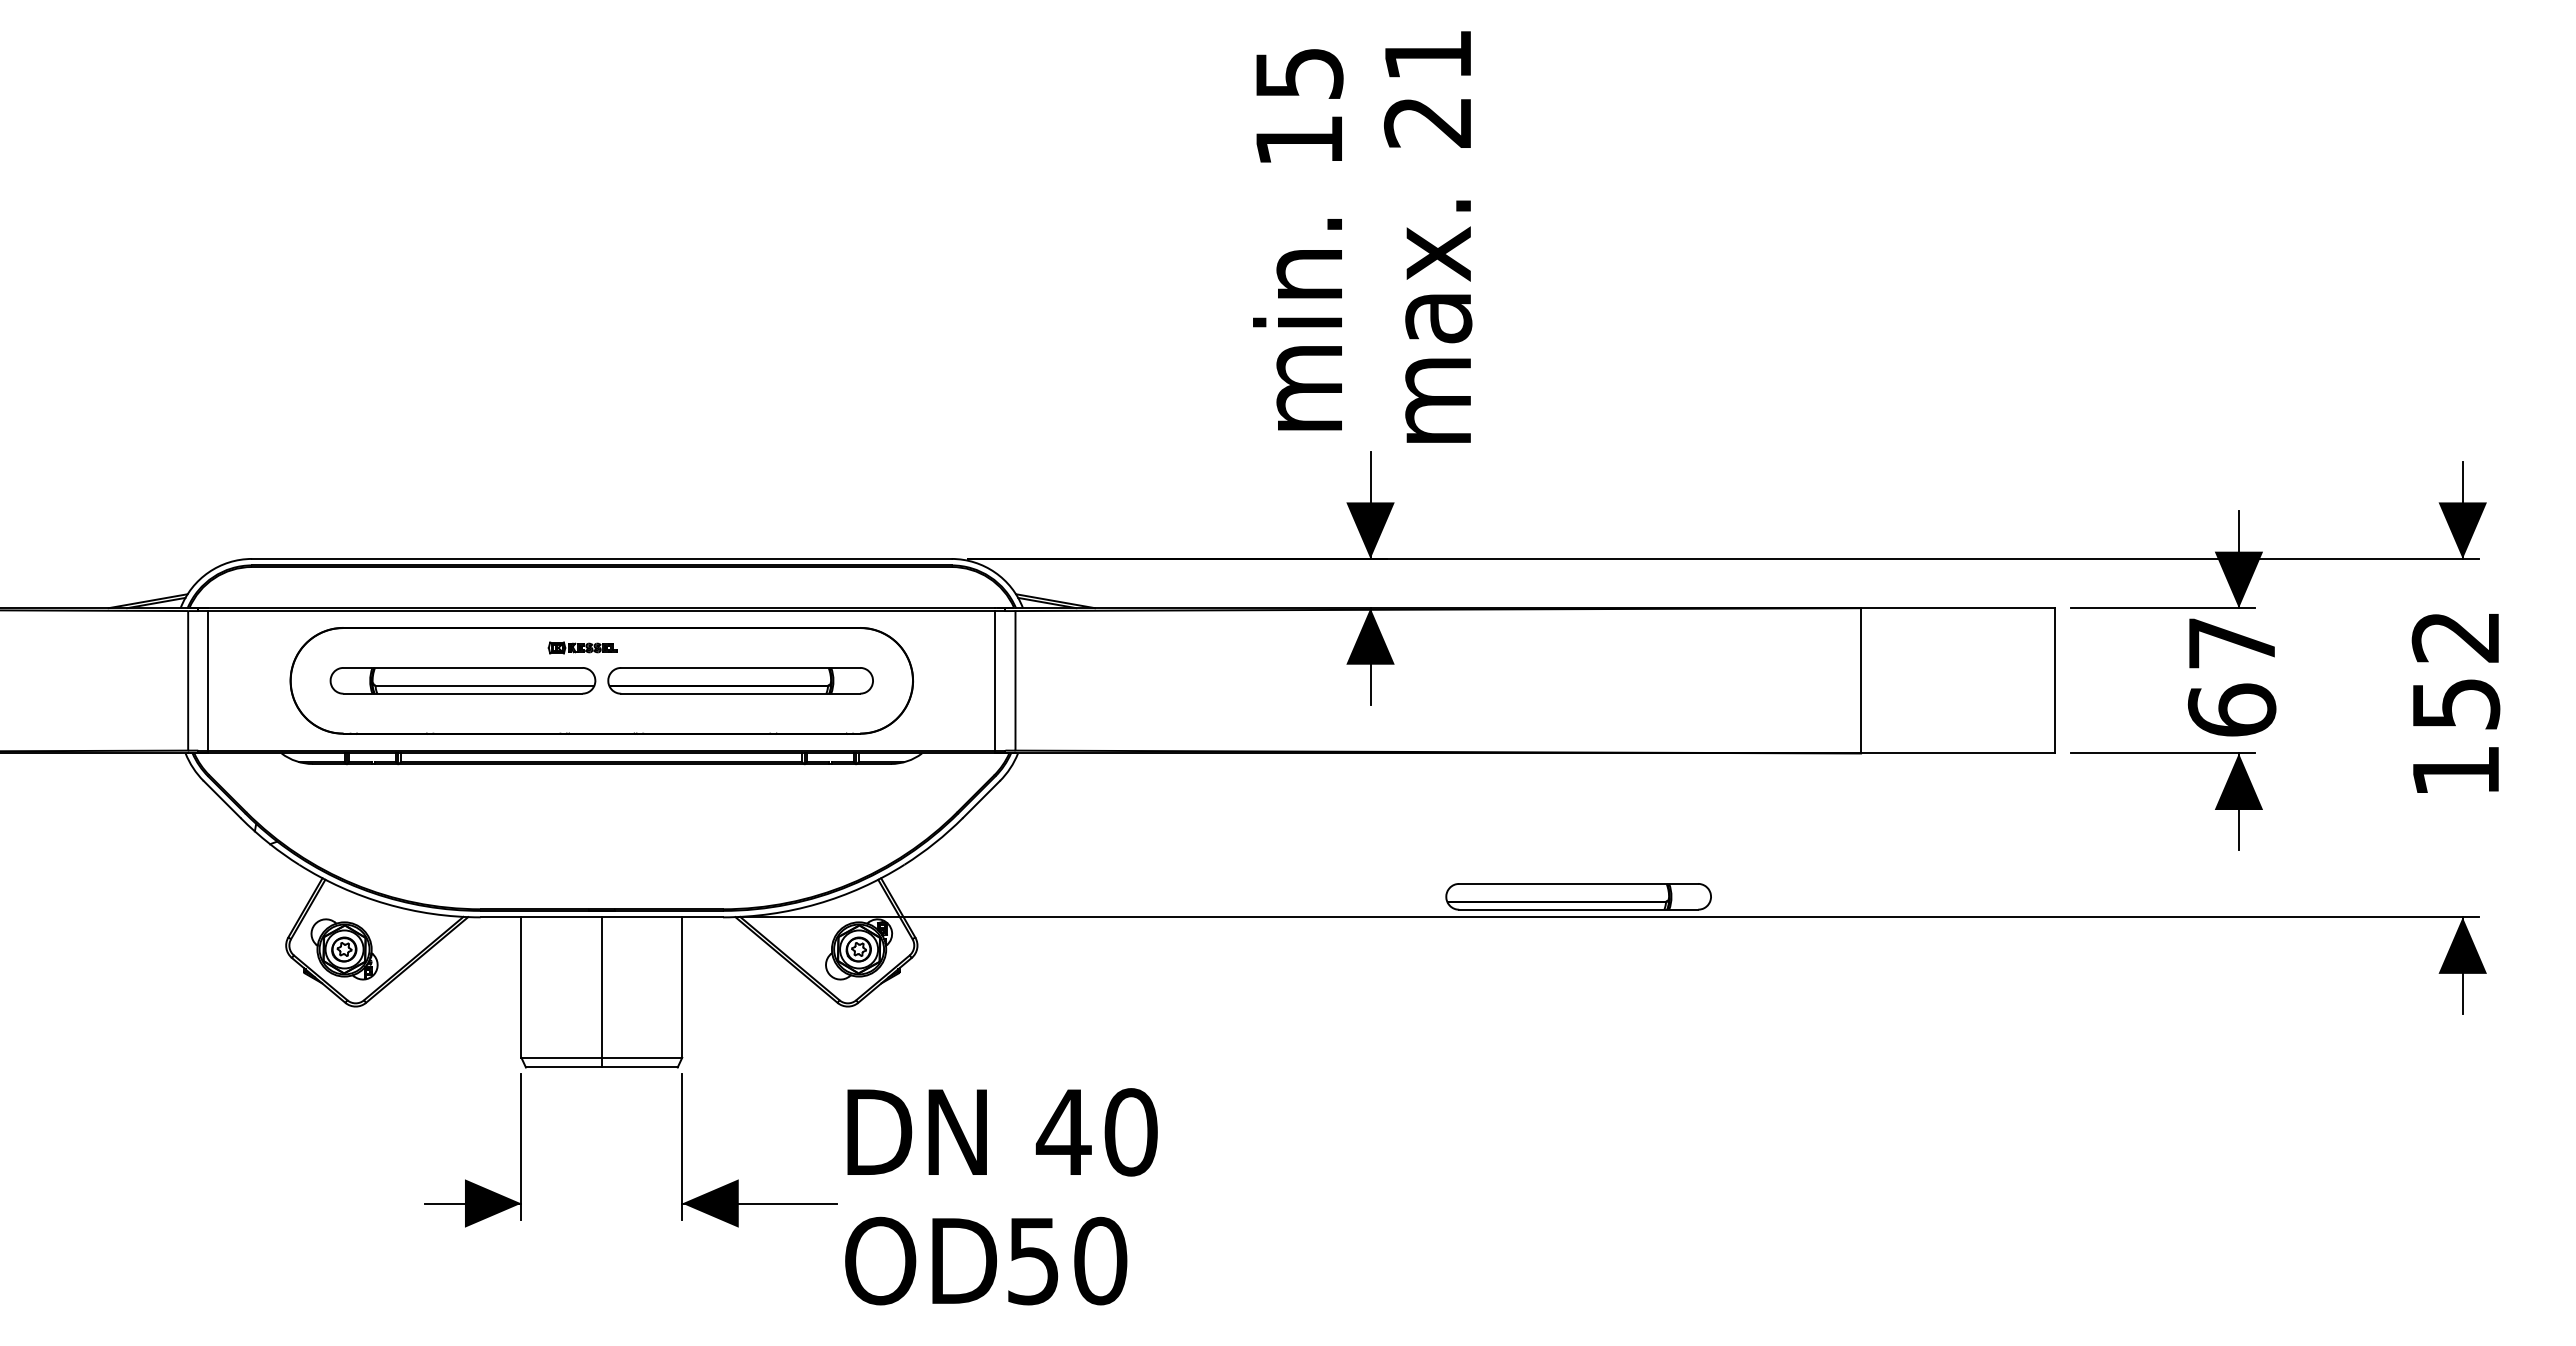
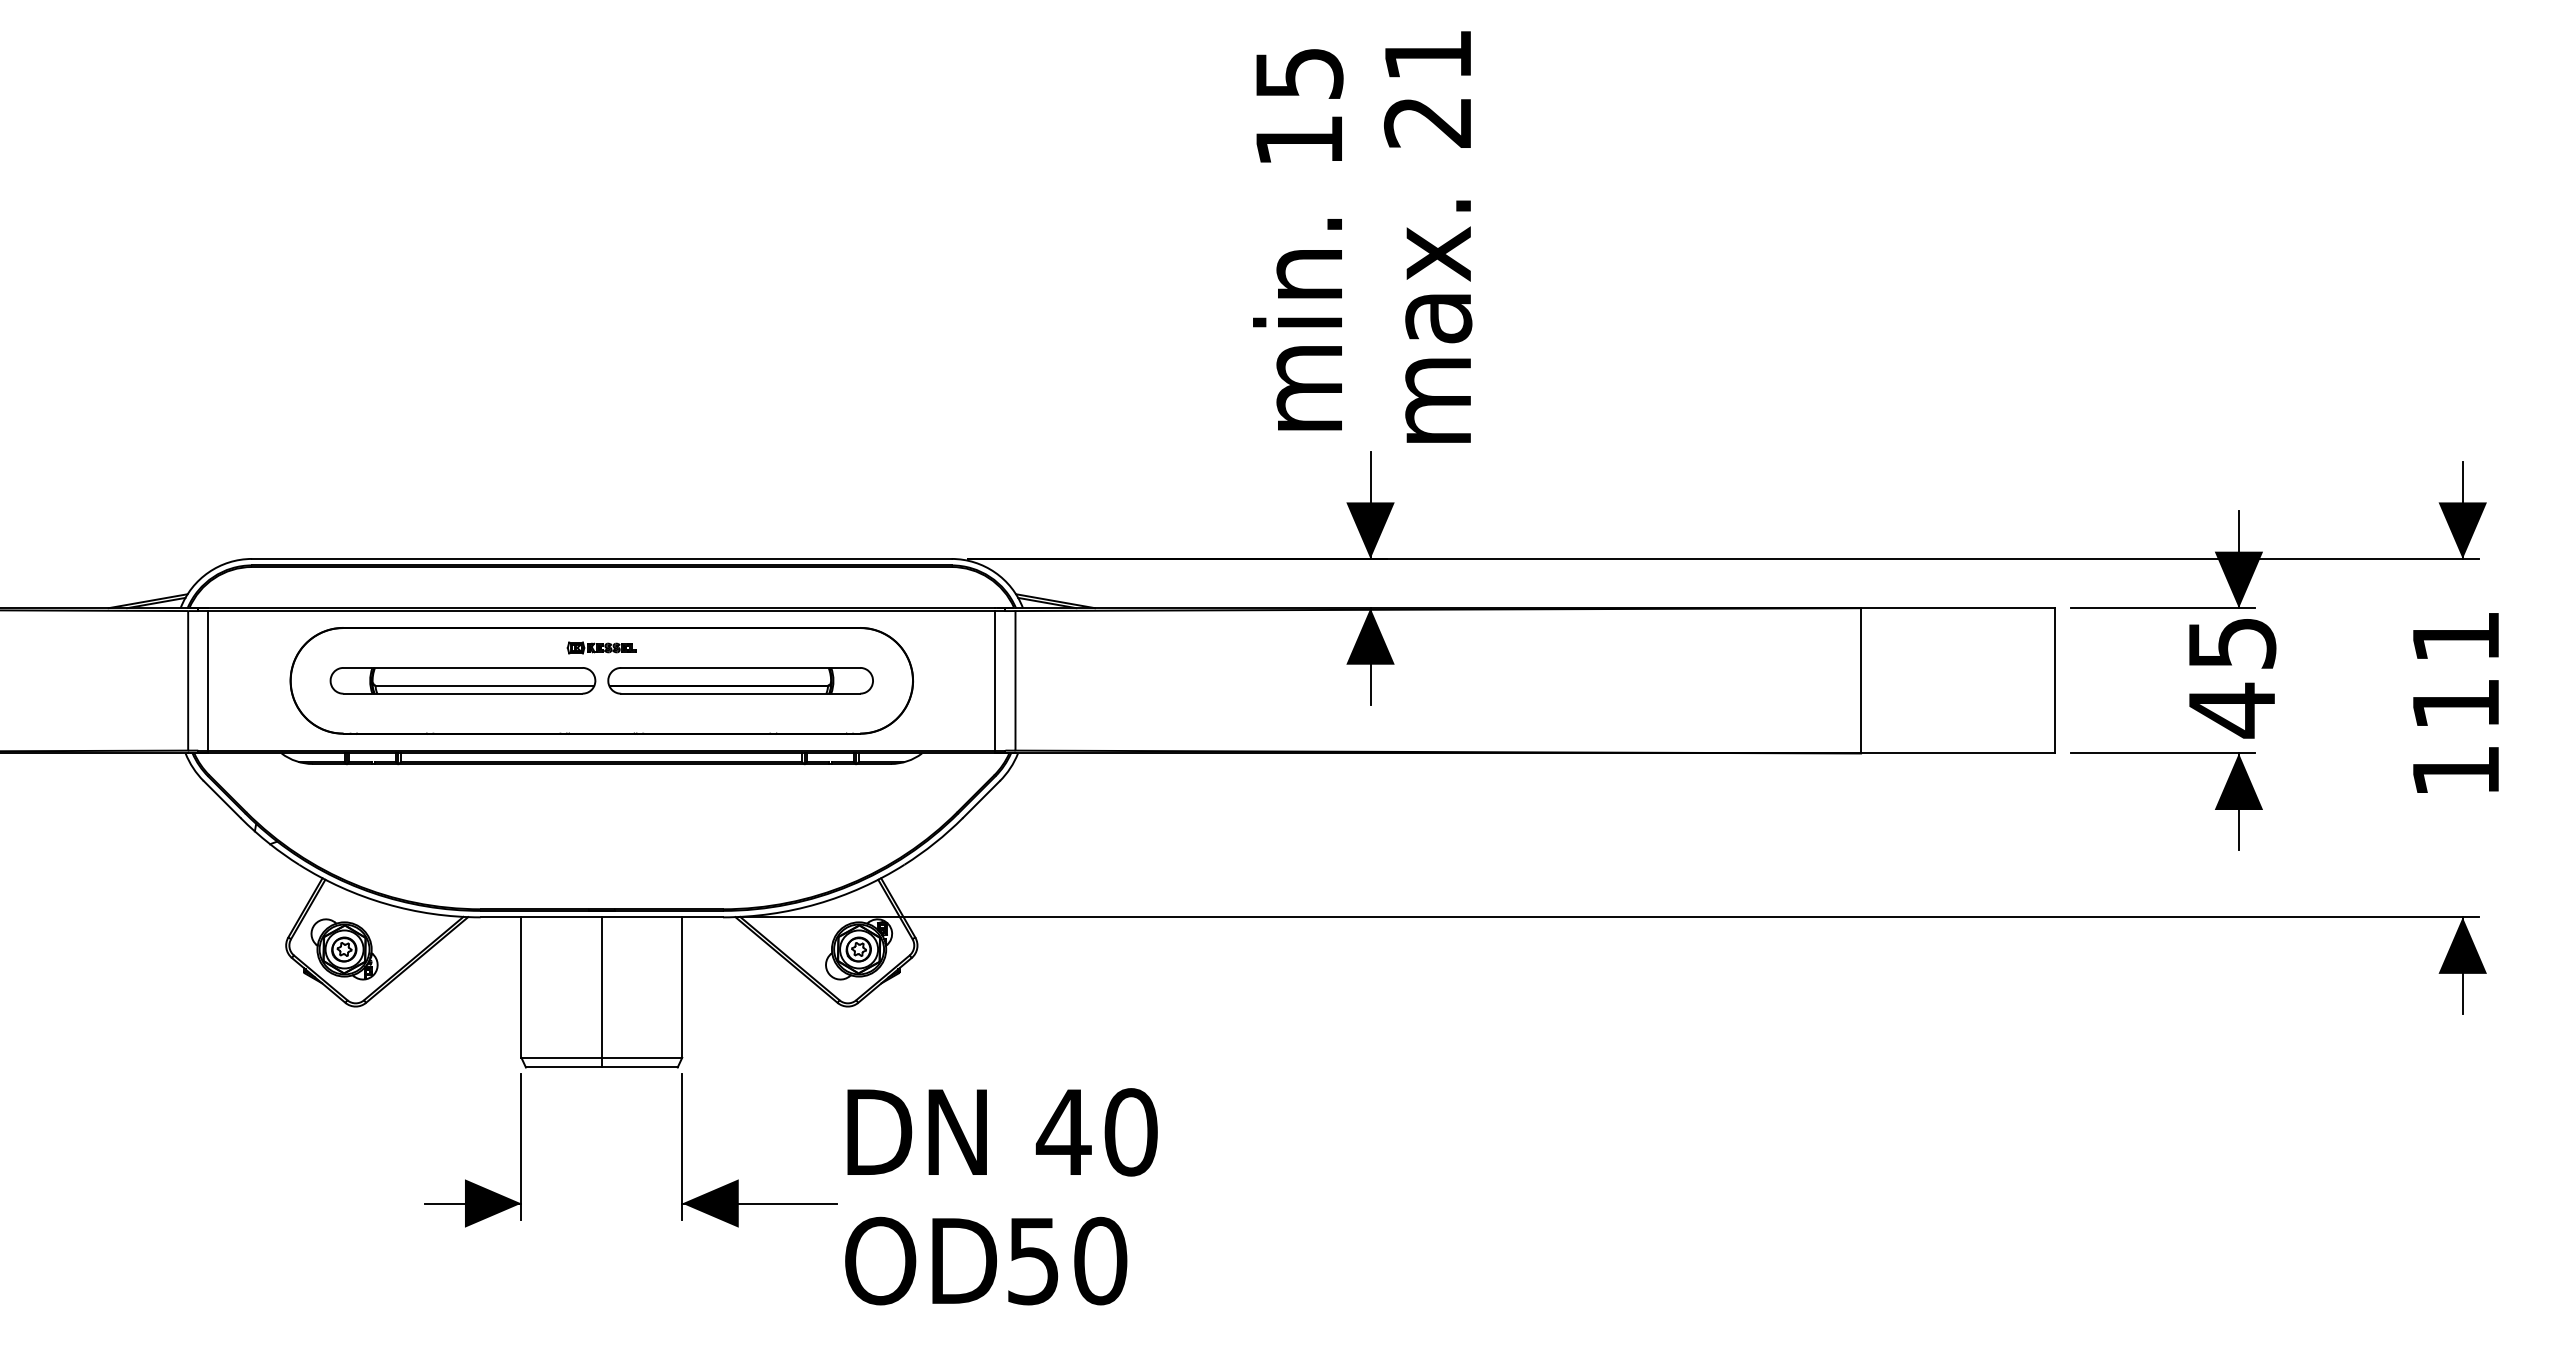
part at (582, 647) position: (582, 647) -> (601, 647)
text at (2455, 671): 152 -> 111
text at (2231, 678): 67 -> 45
part at (1578, 896): present -> none
